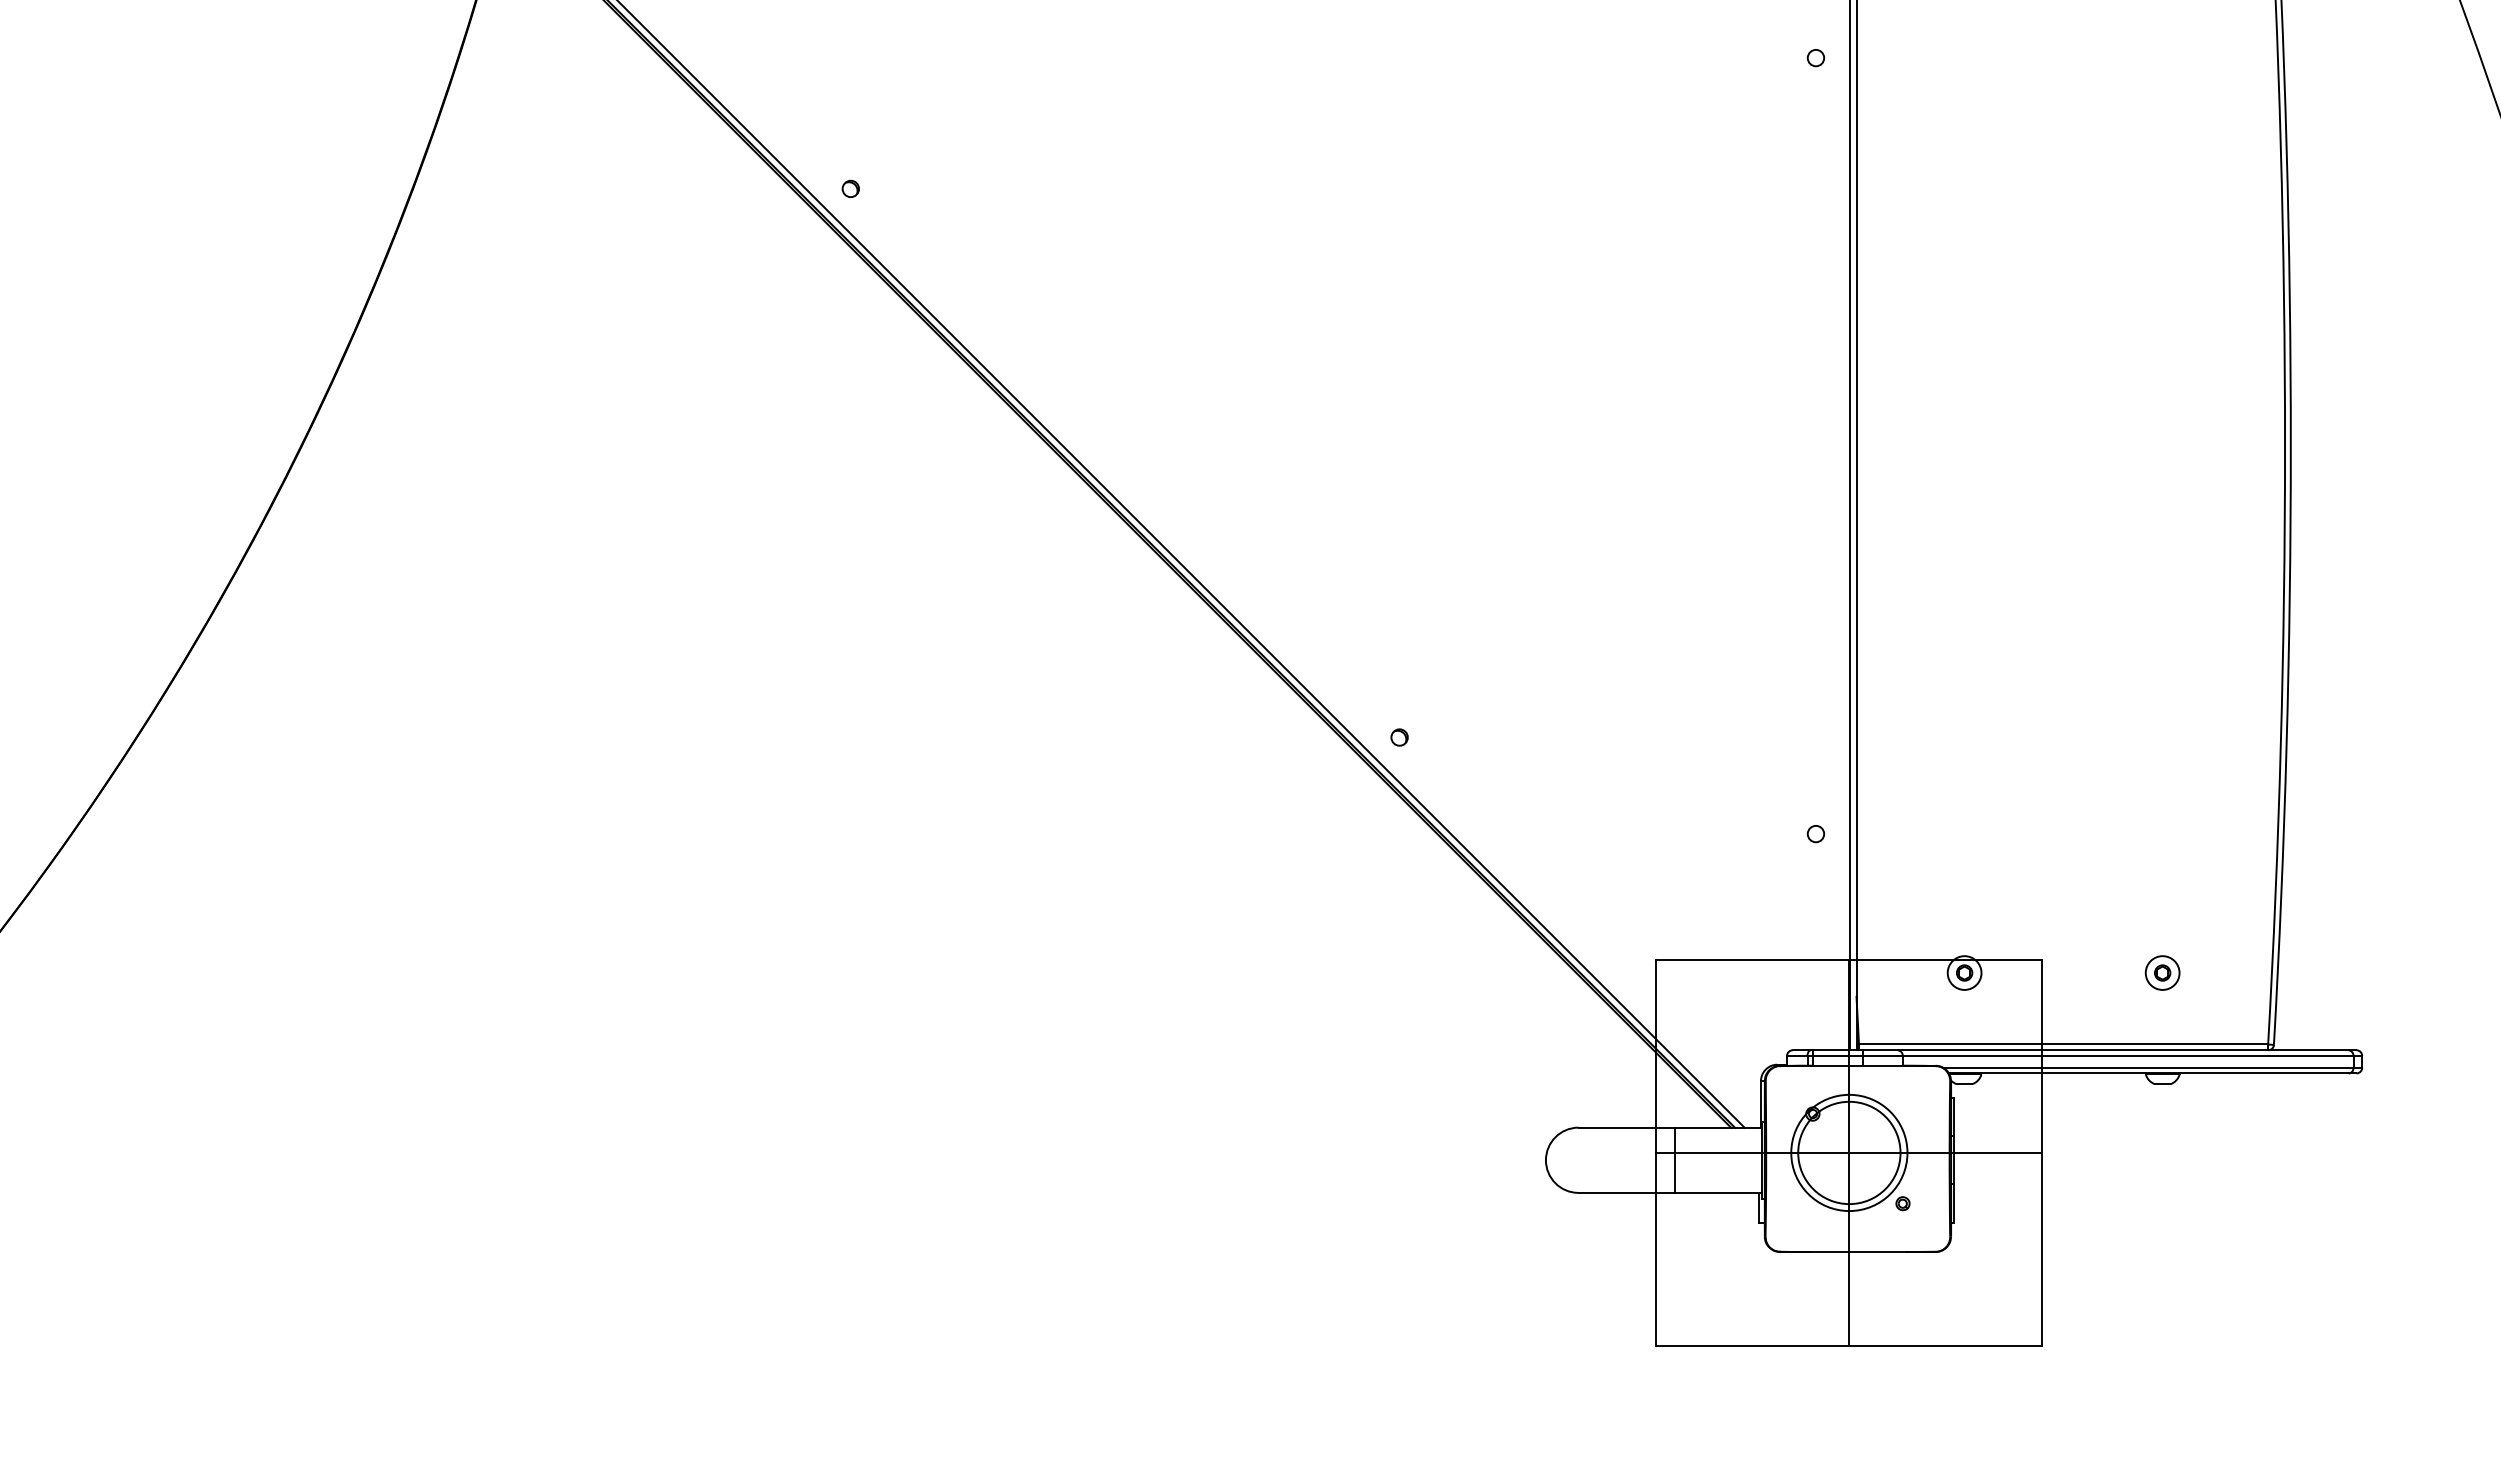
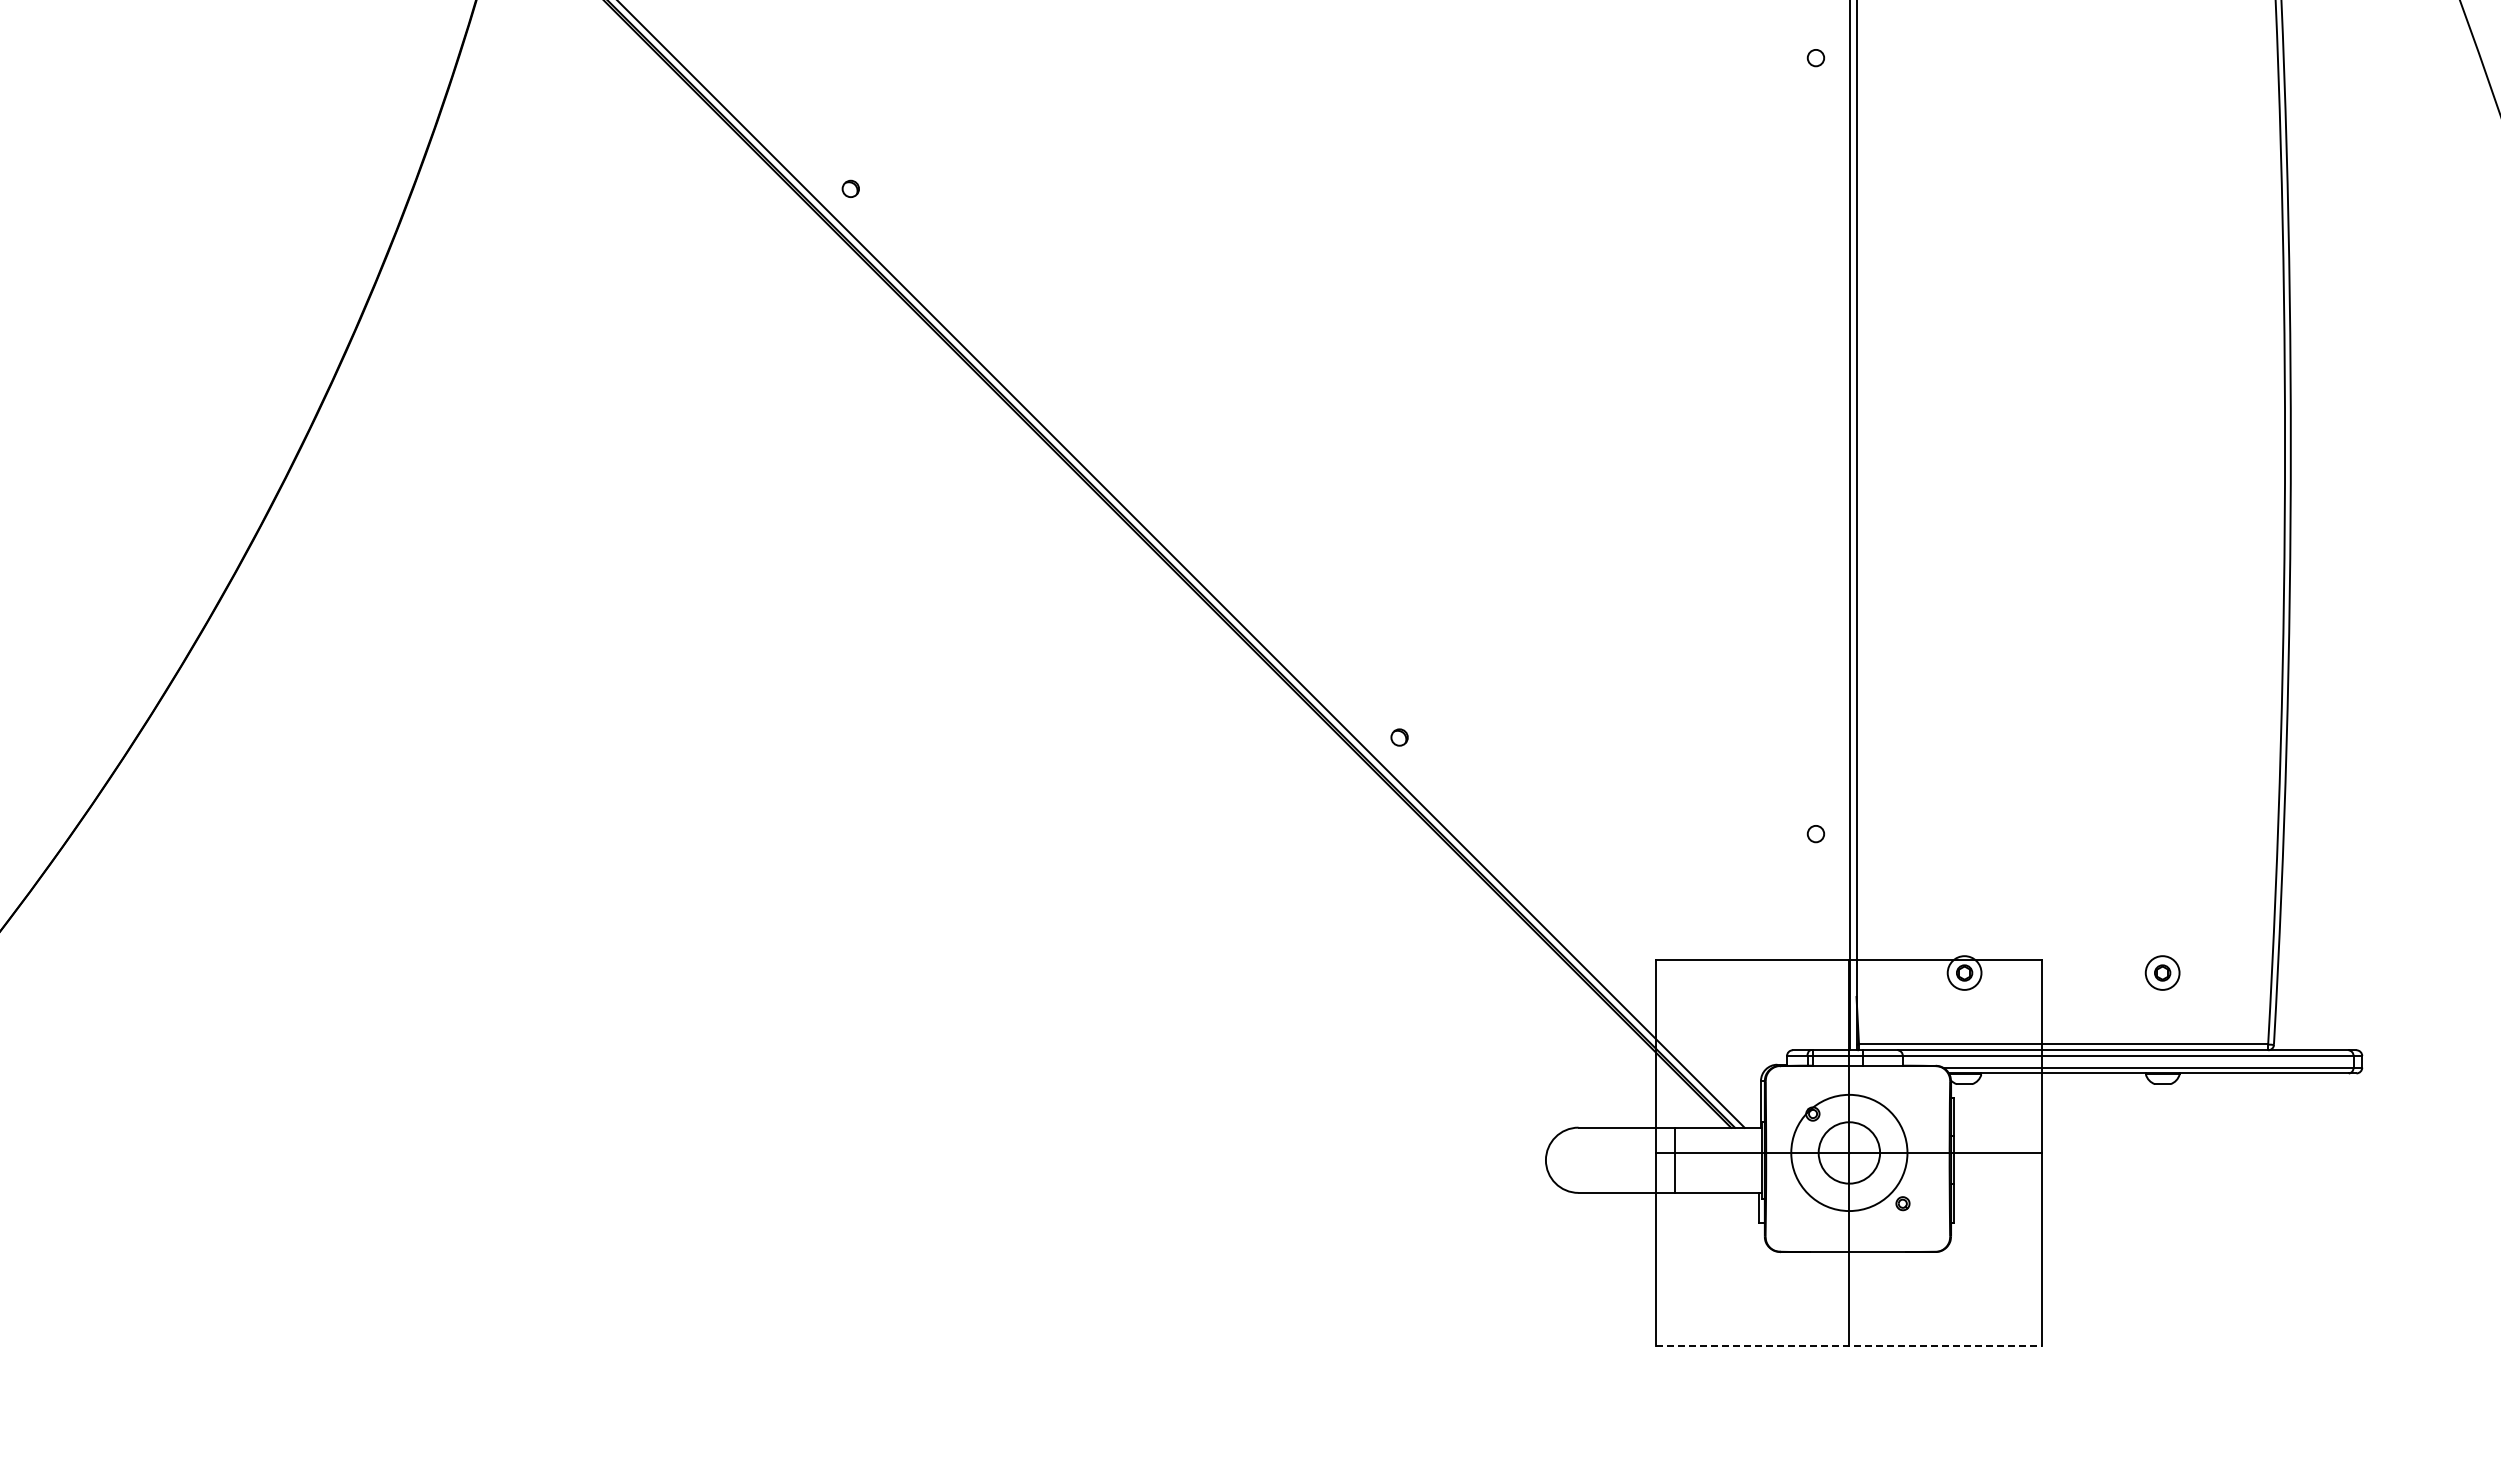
circle at (1849, 1152) diameter: 102 px -> 61 px
line at (1849, 1345): solid -> dashed
